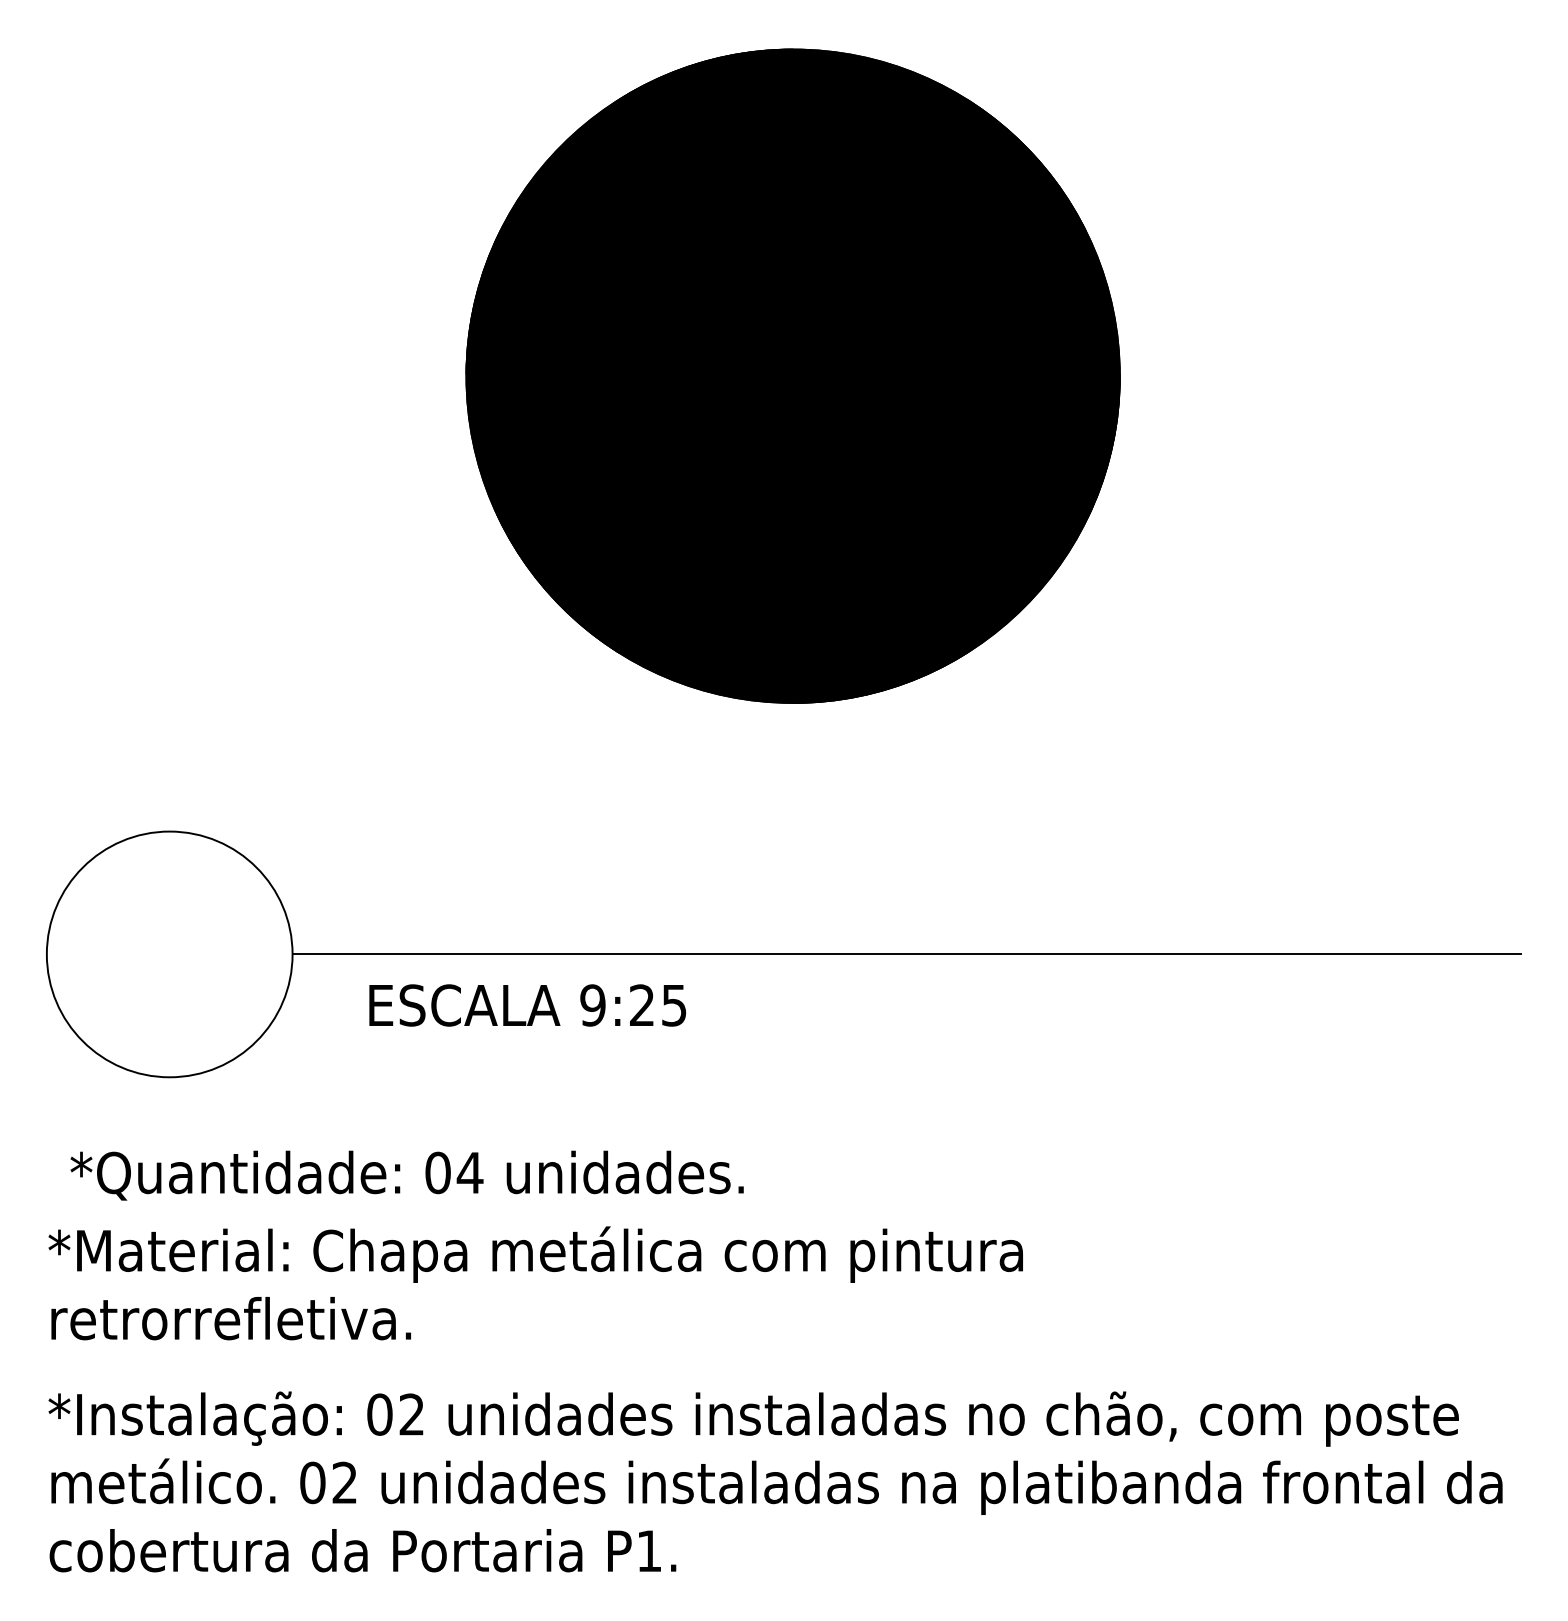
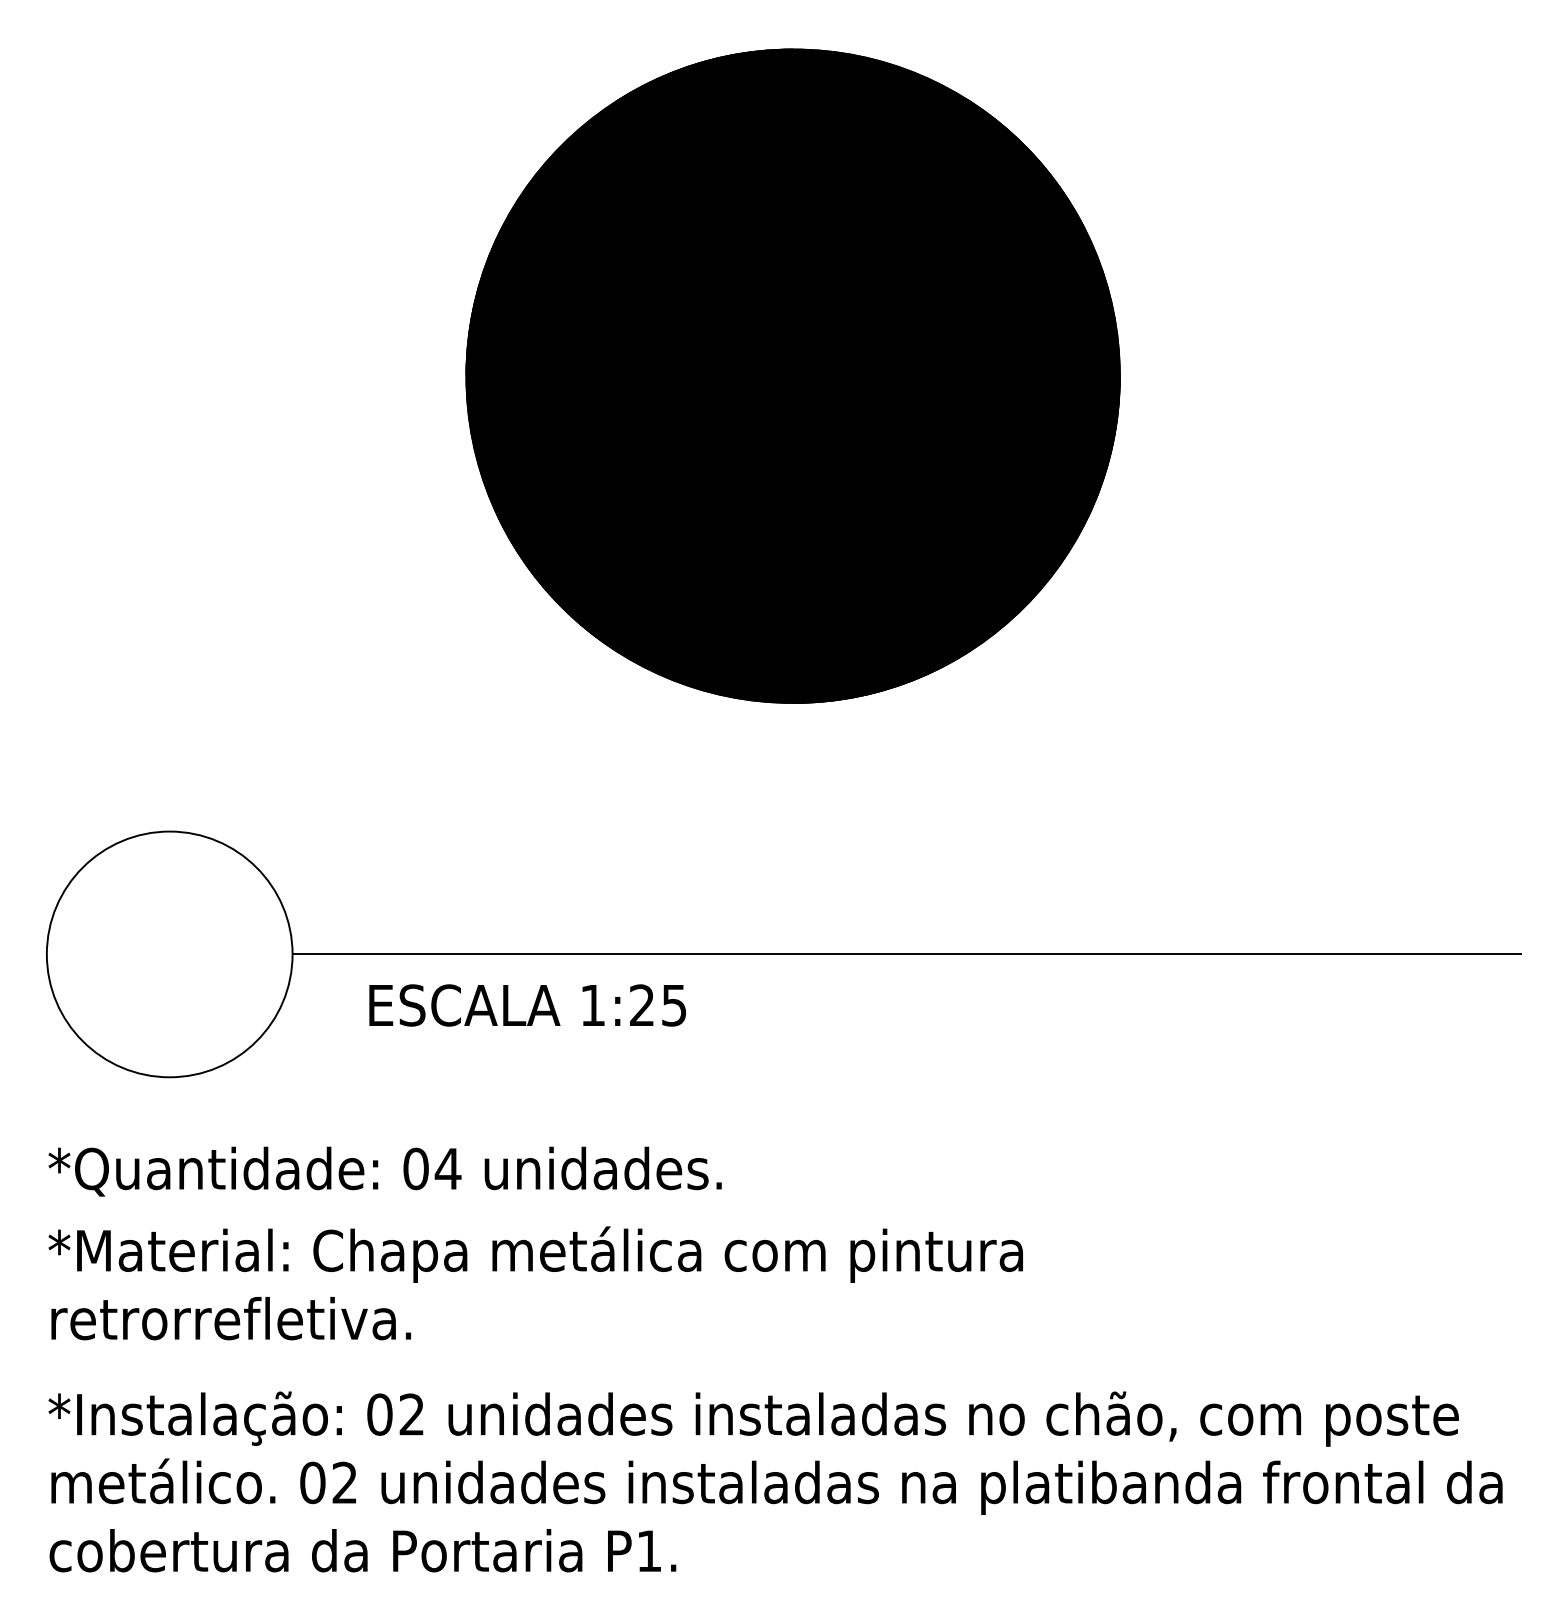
text at (592, 1005): 9:25 -> 1:25
text at (406, 1175) position: (406, 1175) -> (384, 1171)
